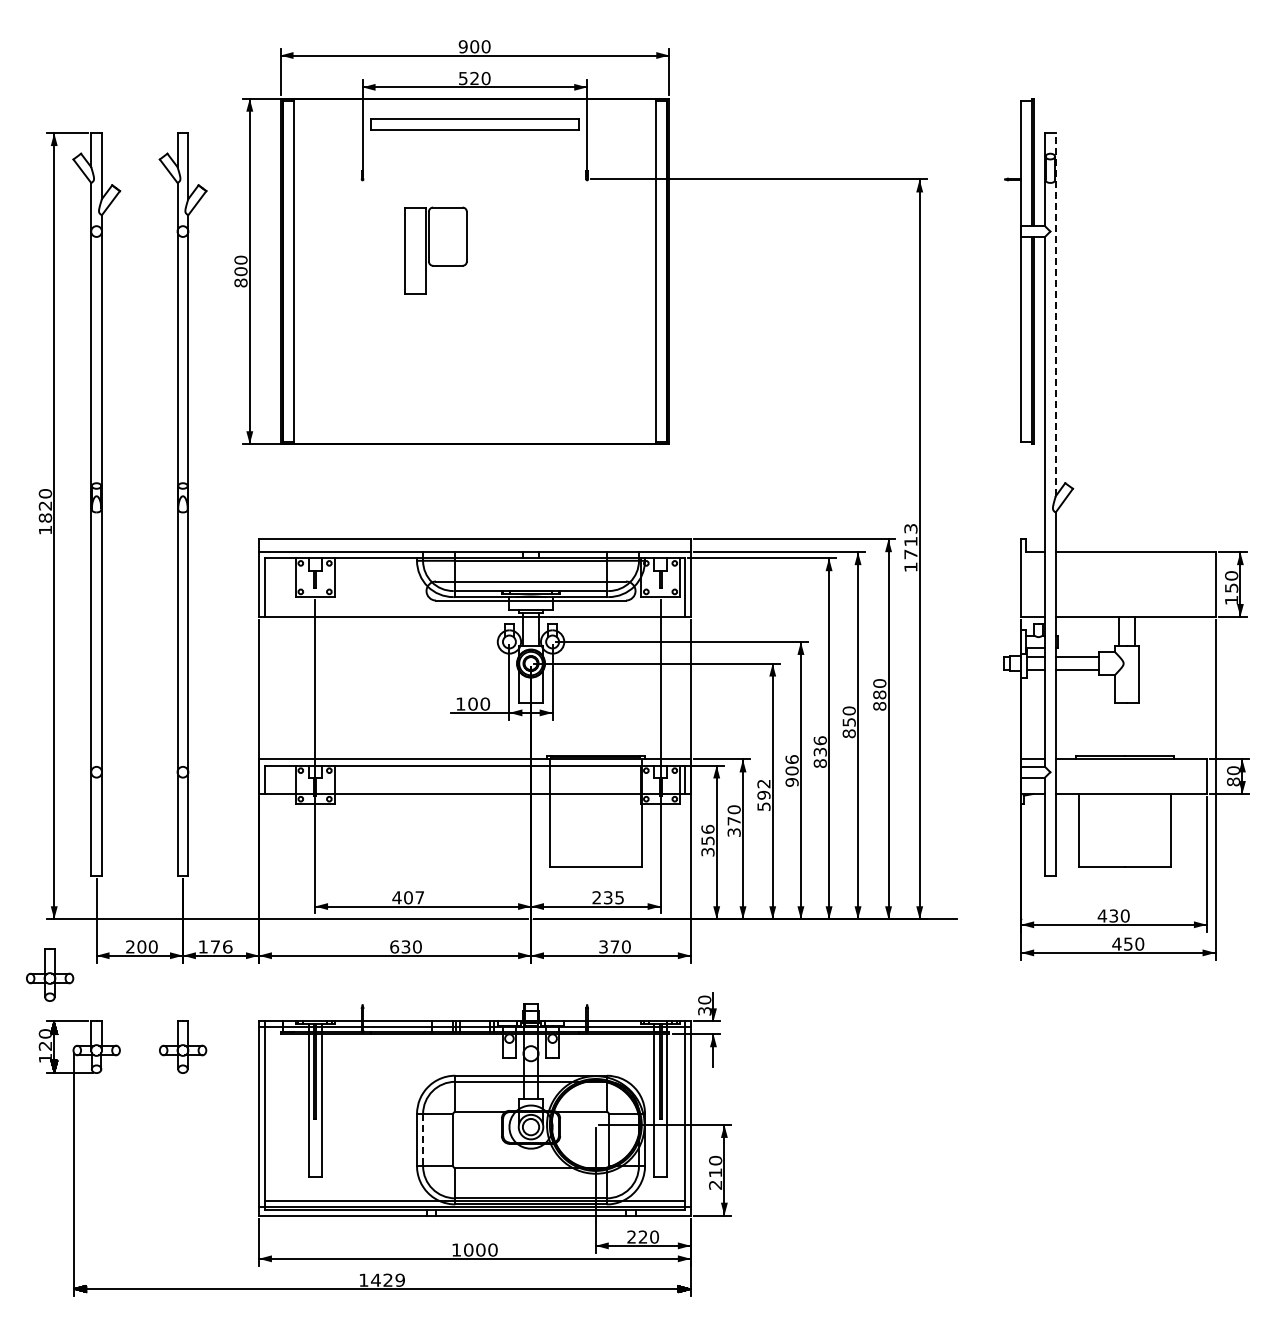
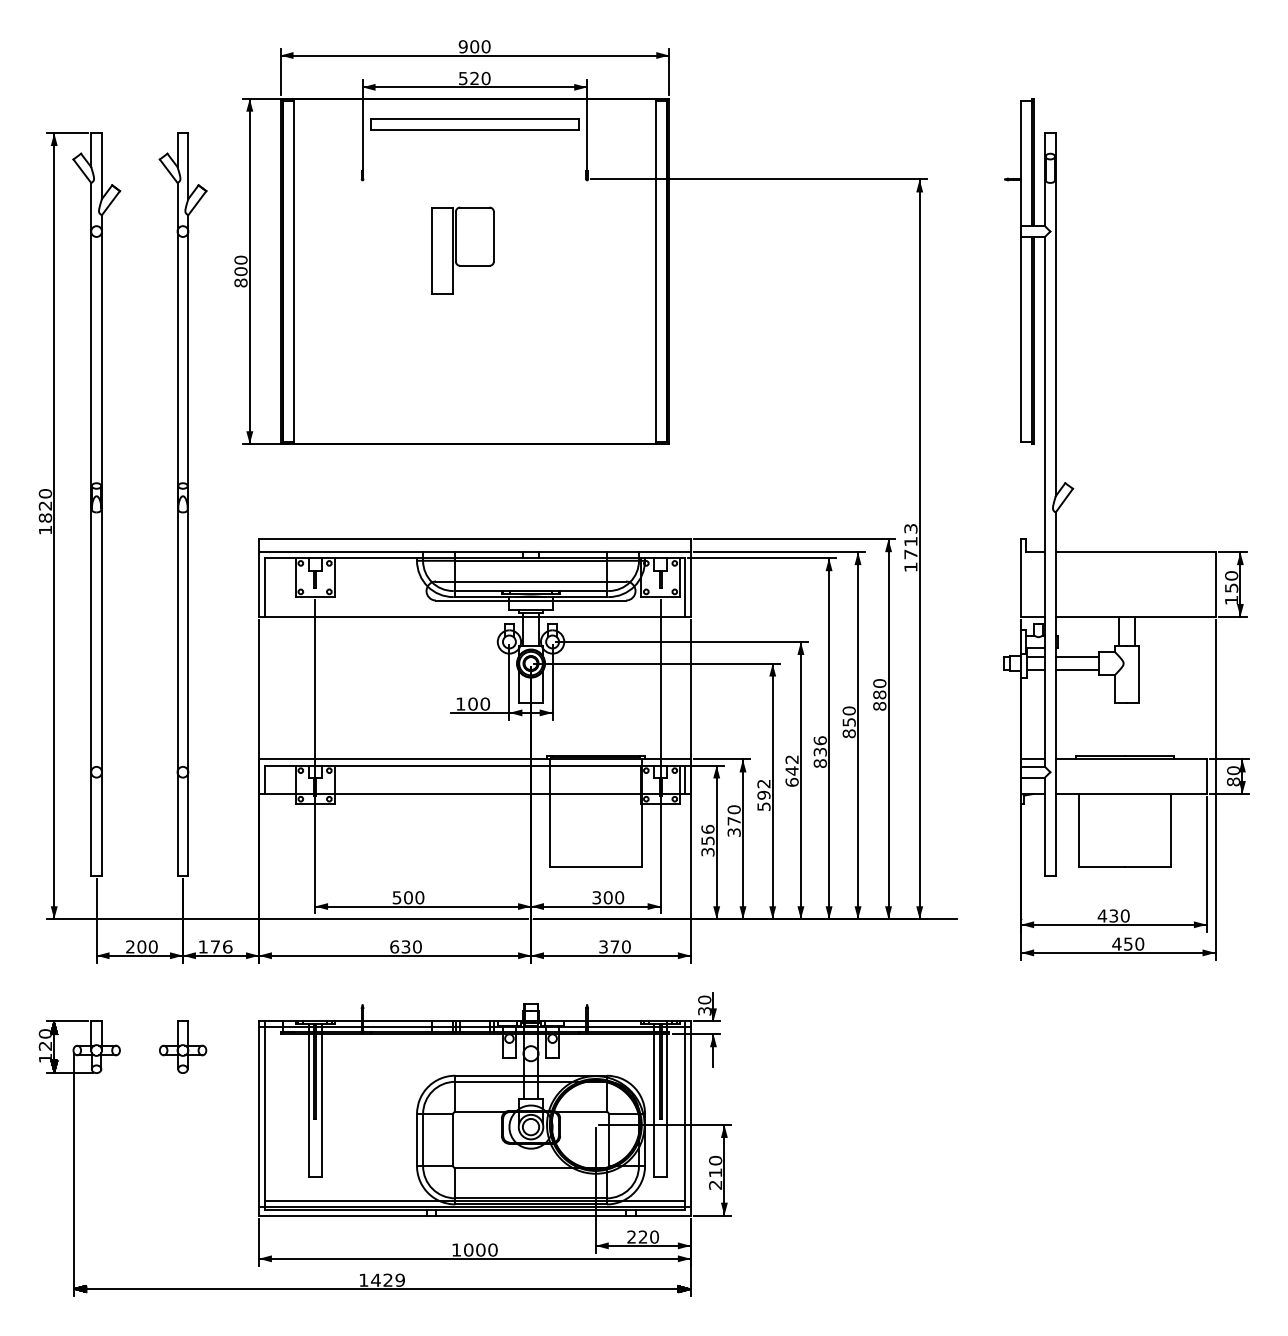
part at (435, 250) position: (435, 250) -> (462, 250)
line at (1055, 314): dashed -> solid
text at (791, 770): 906 -> 642
text at (408, 897): 407 -> 500
text at (608, 897): 235 -> 300
part at (50, 974): present -> none
line at (423, 1140): dashed -> solid
